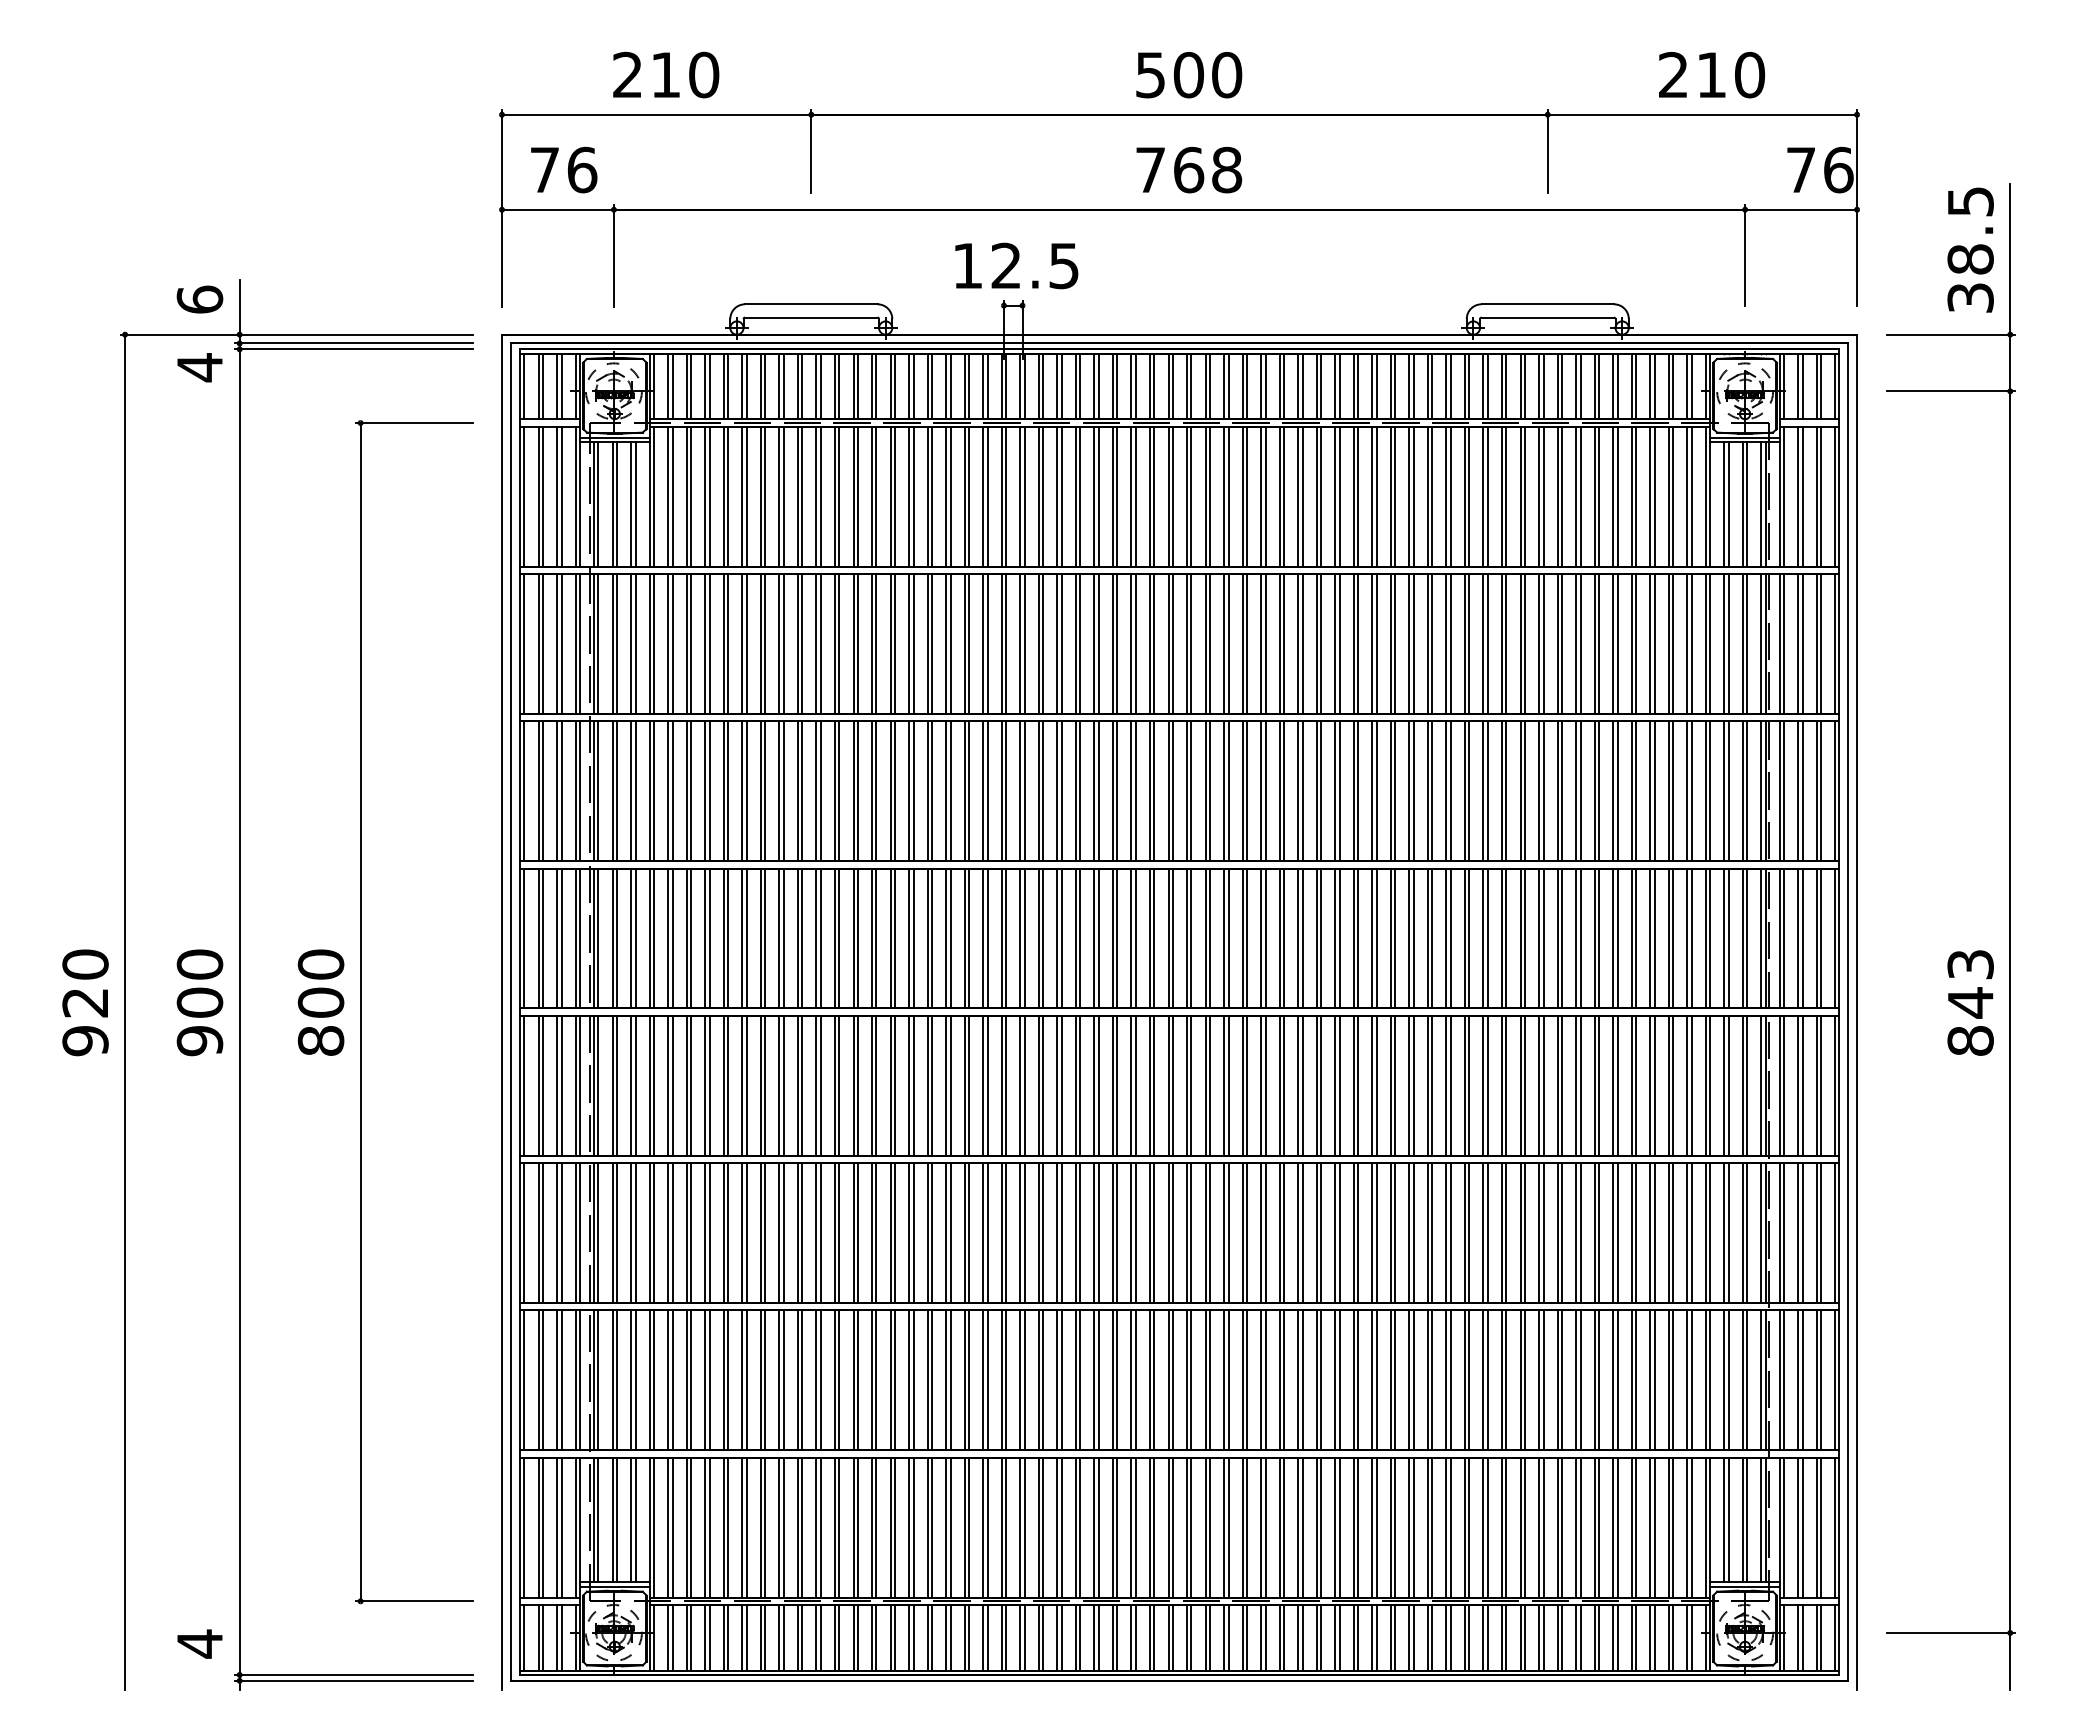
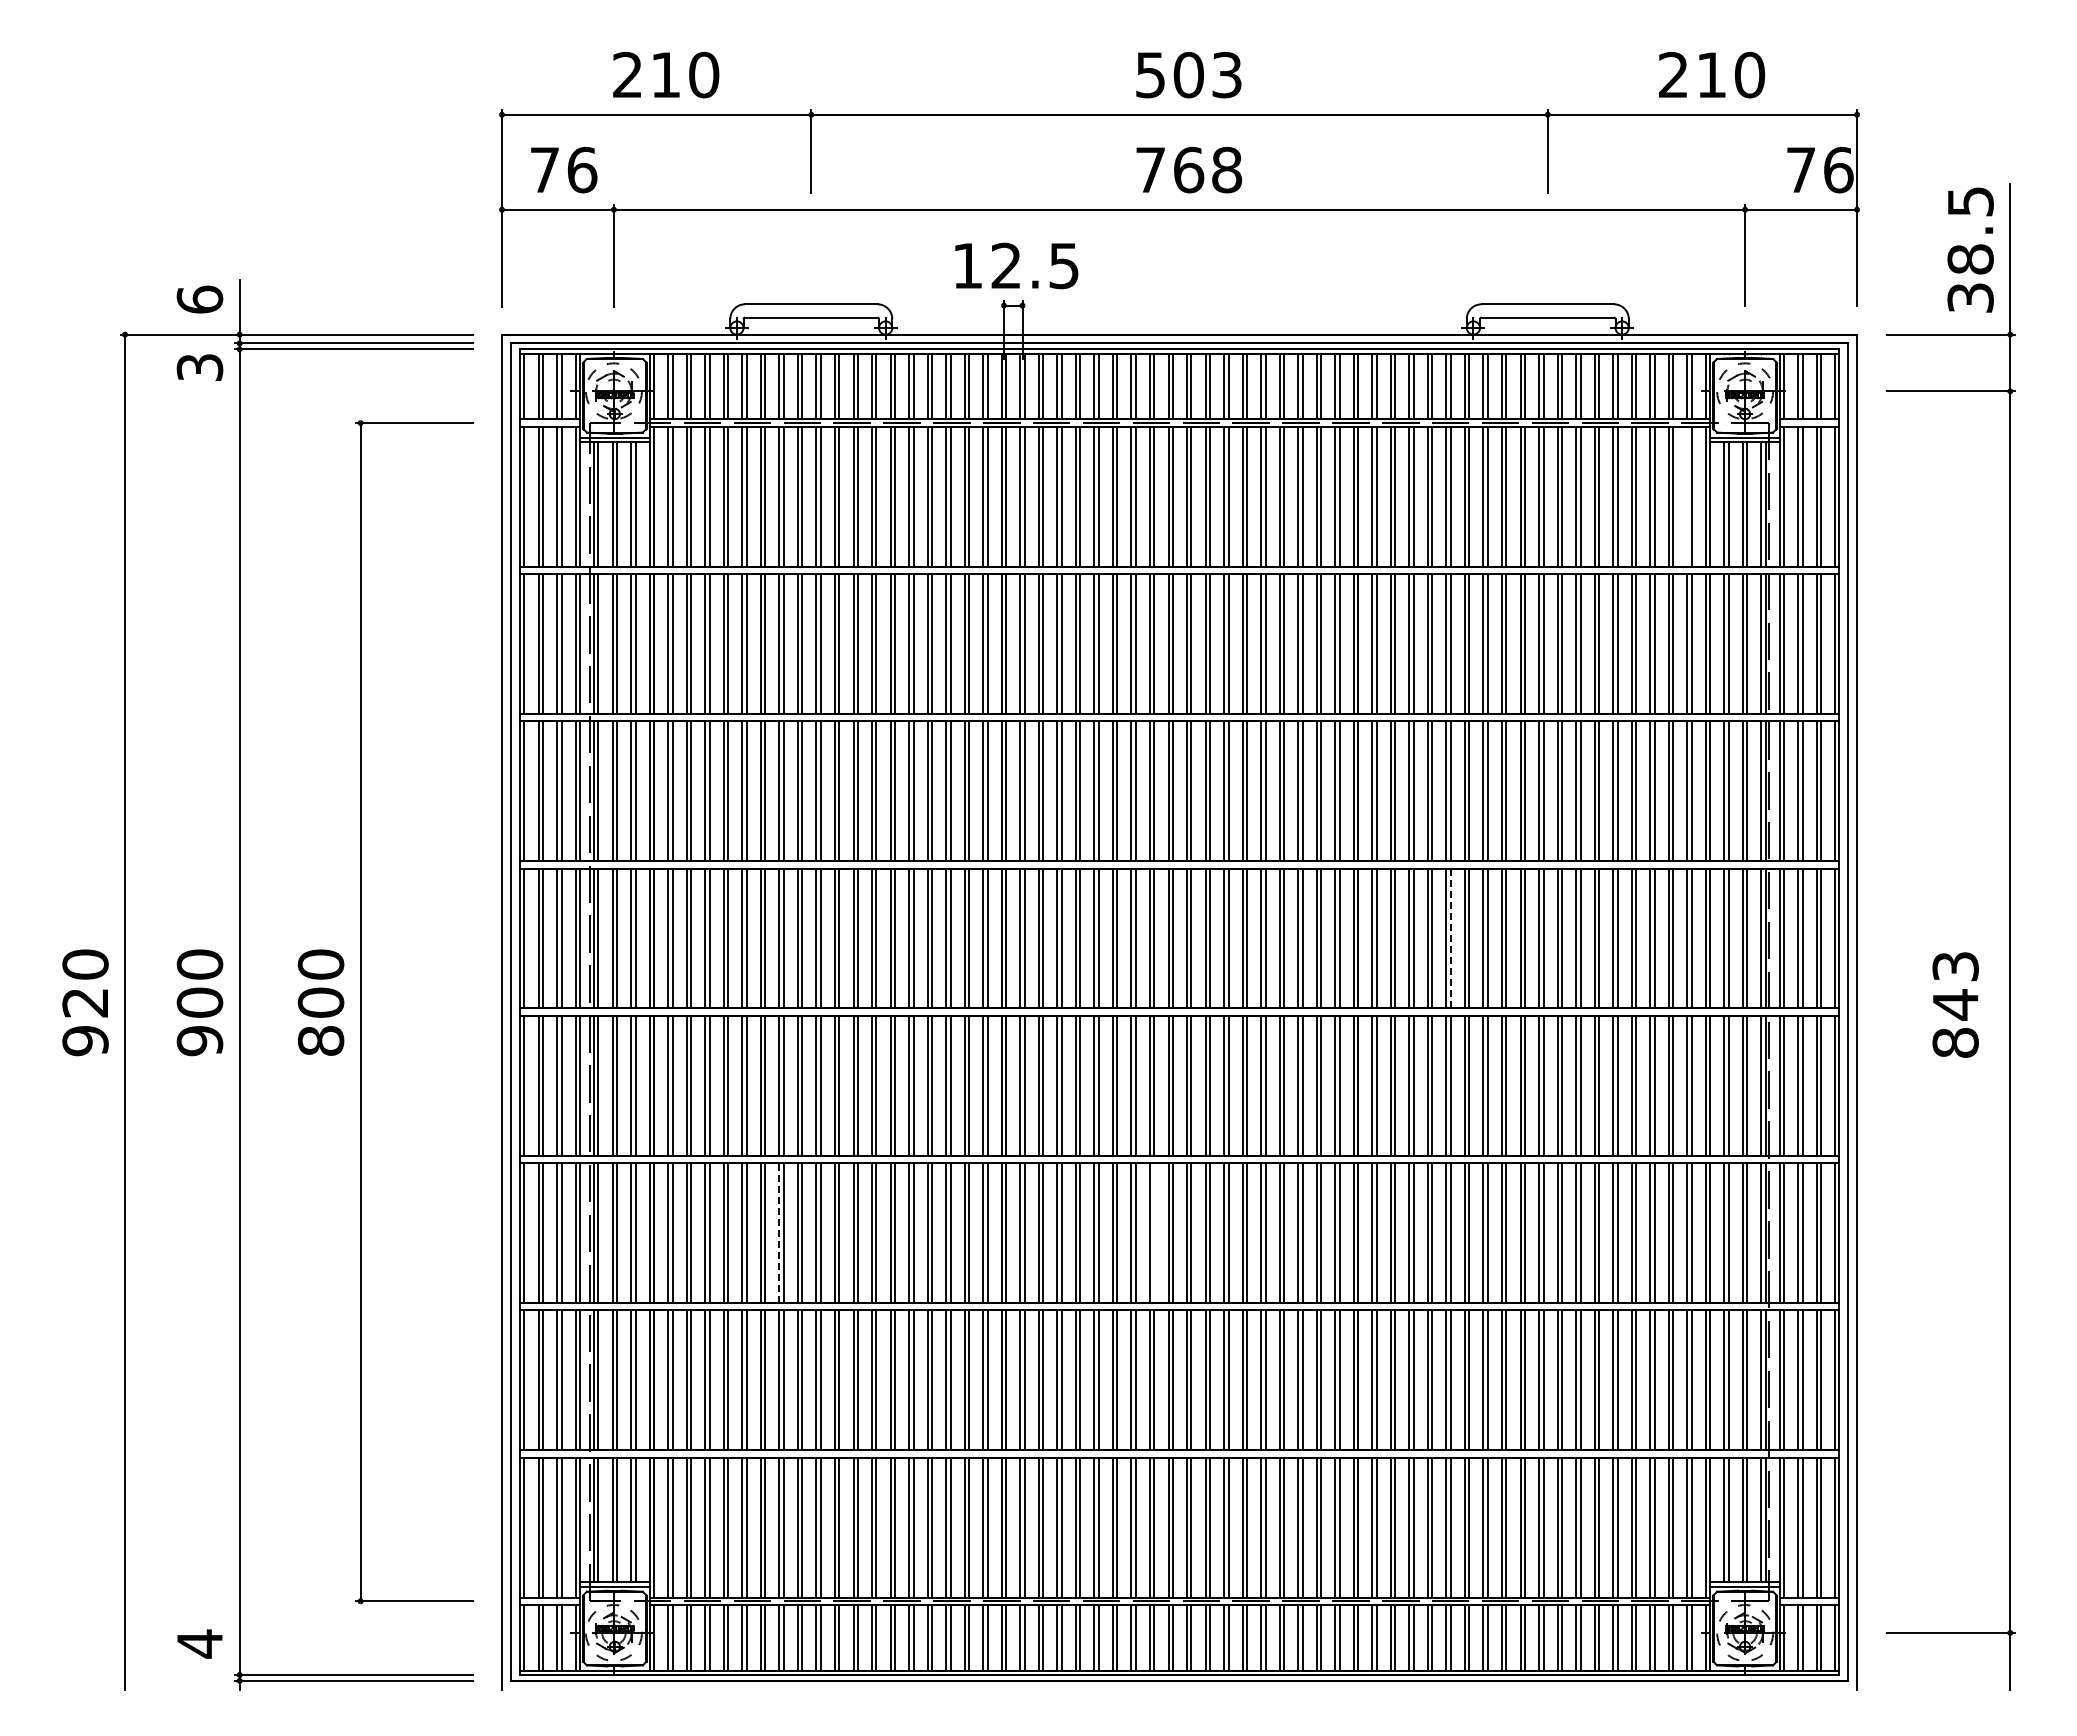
text at (1227, 75): 500 -> 503
text at (199, 367): 4 -> 3
line at (1687, 496): present -> none
line at (1450, 938): solid -> dashed
text at (1970, 1002) position: (1970, 1002) -> (1955, 1004)
line at (779, 1233): solid -> dashed
line at (1154, 1233): present -> none
